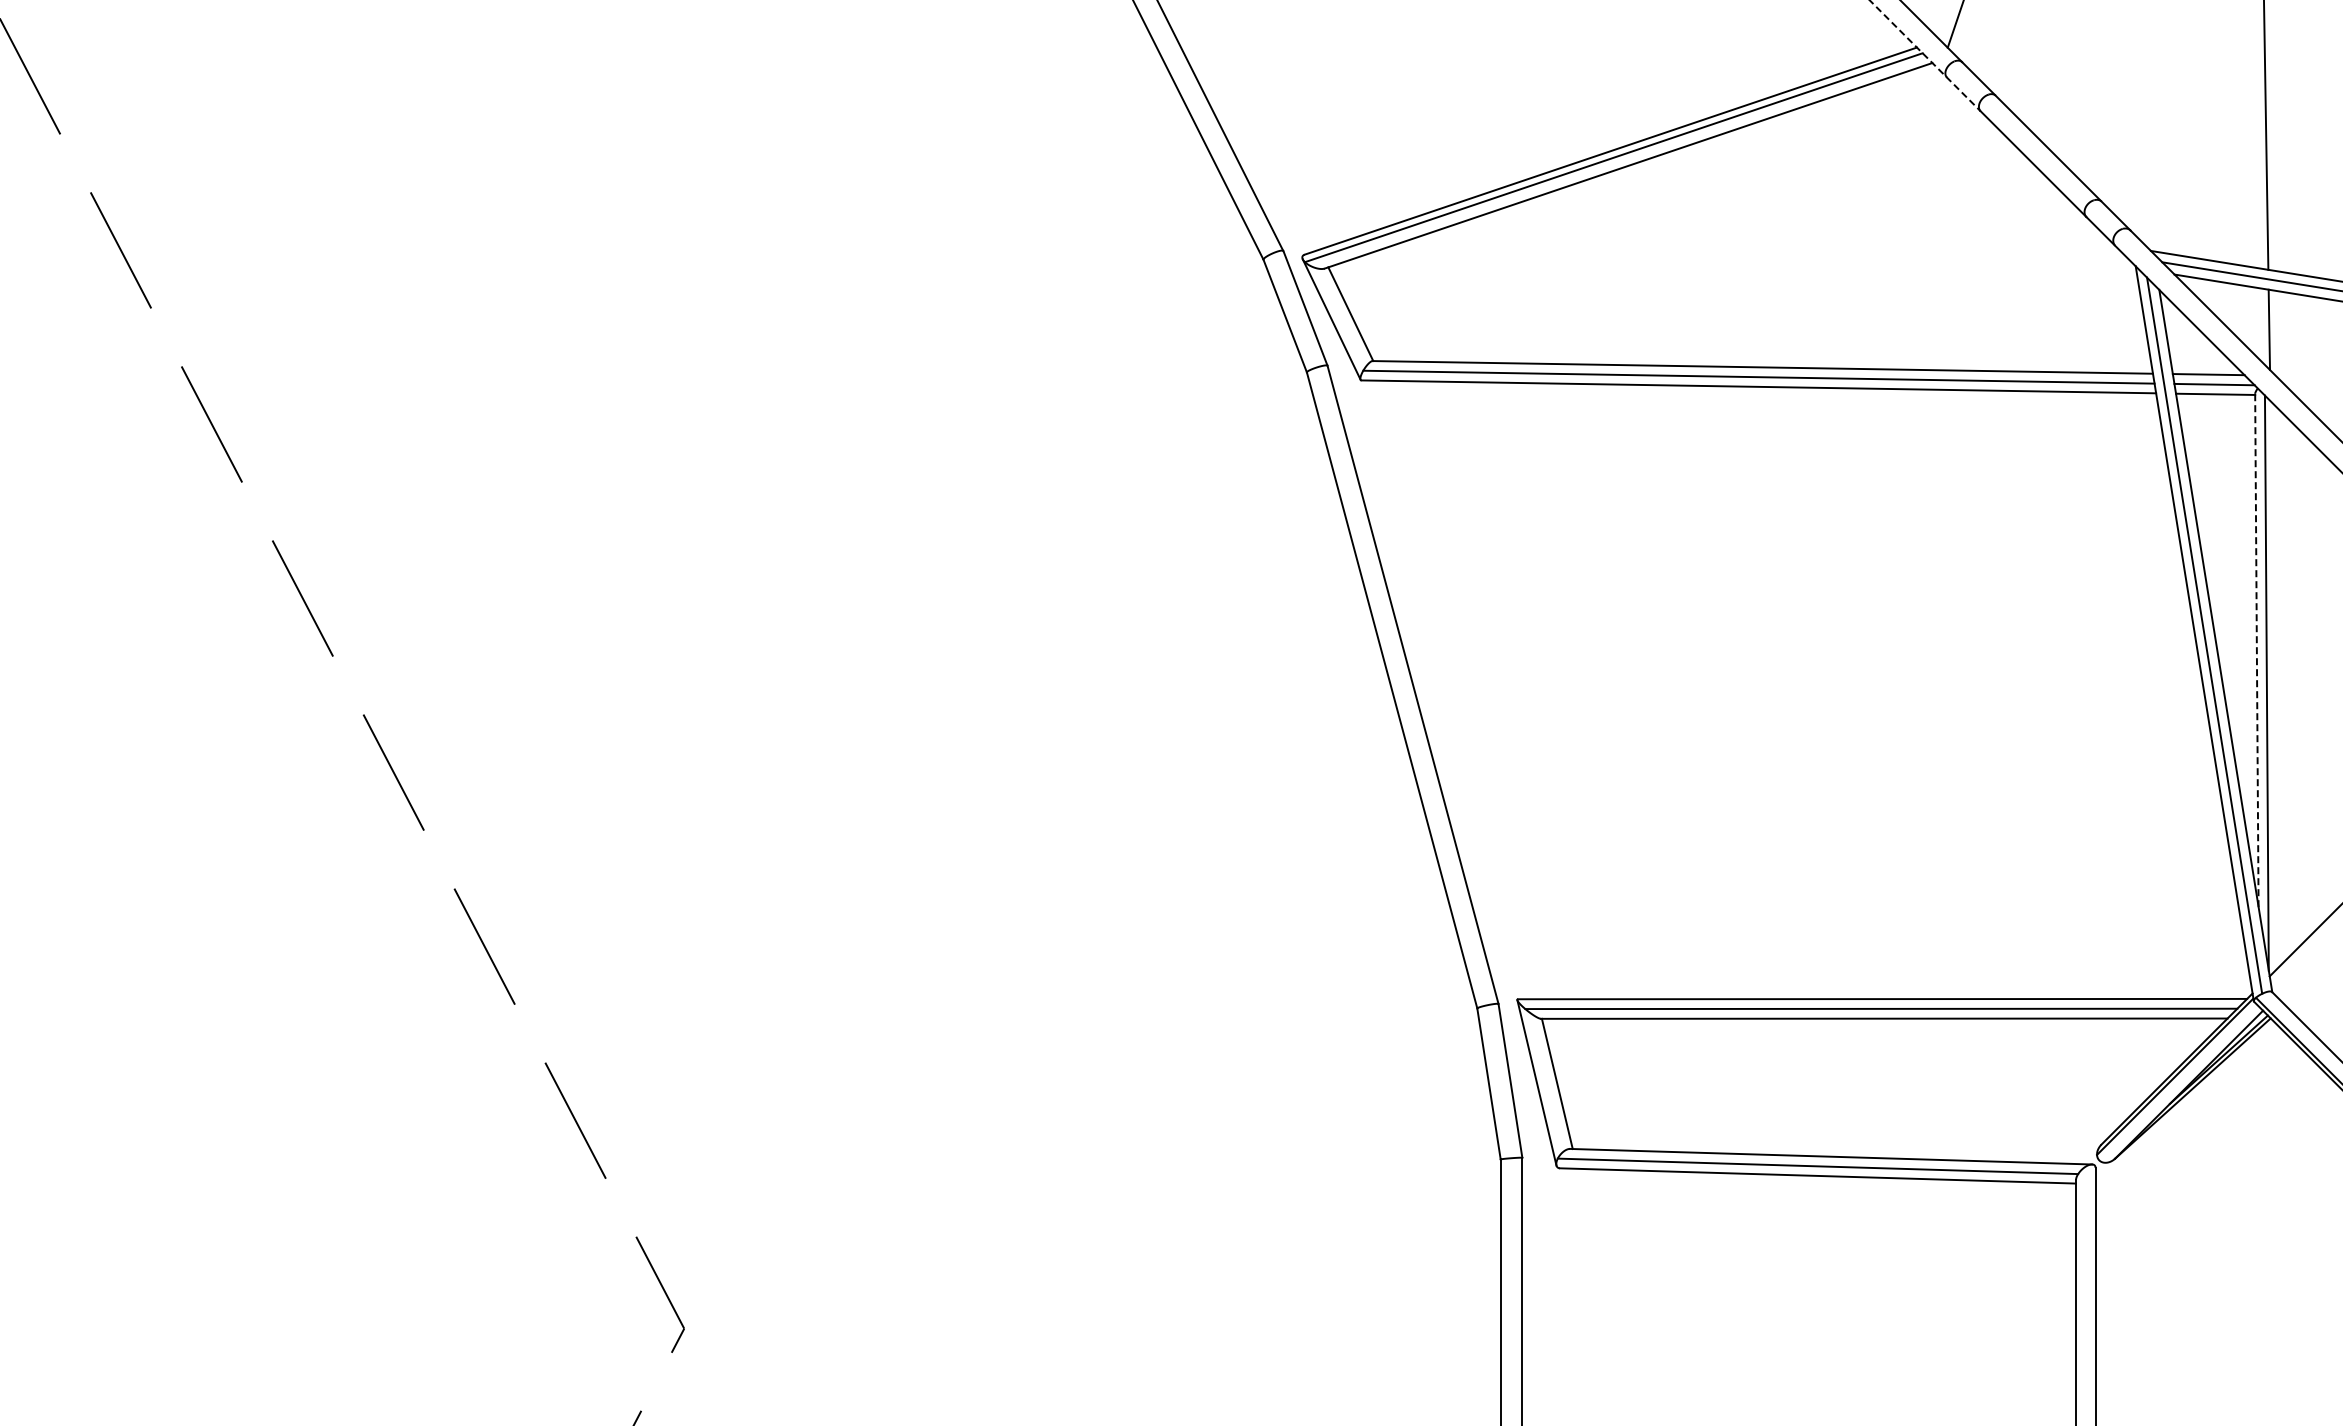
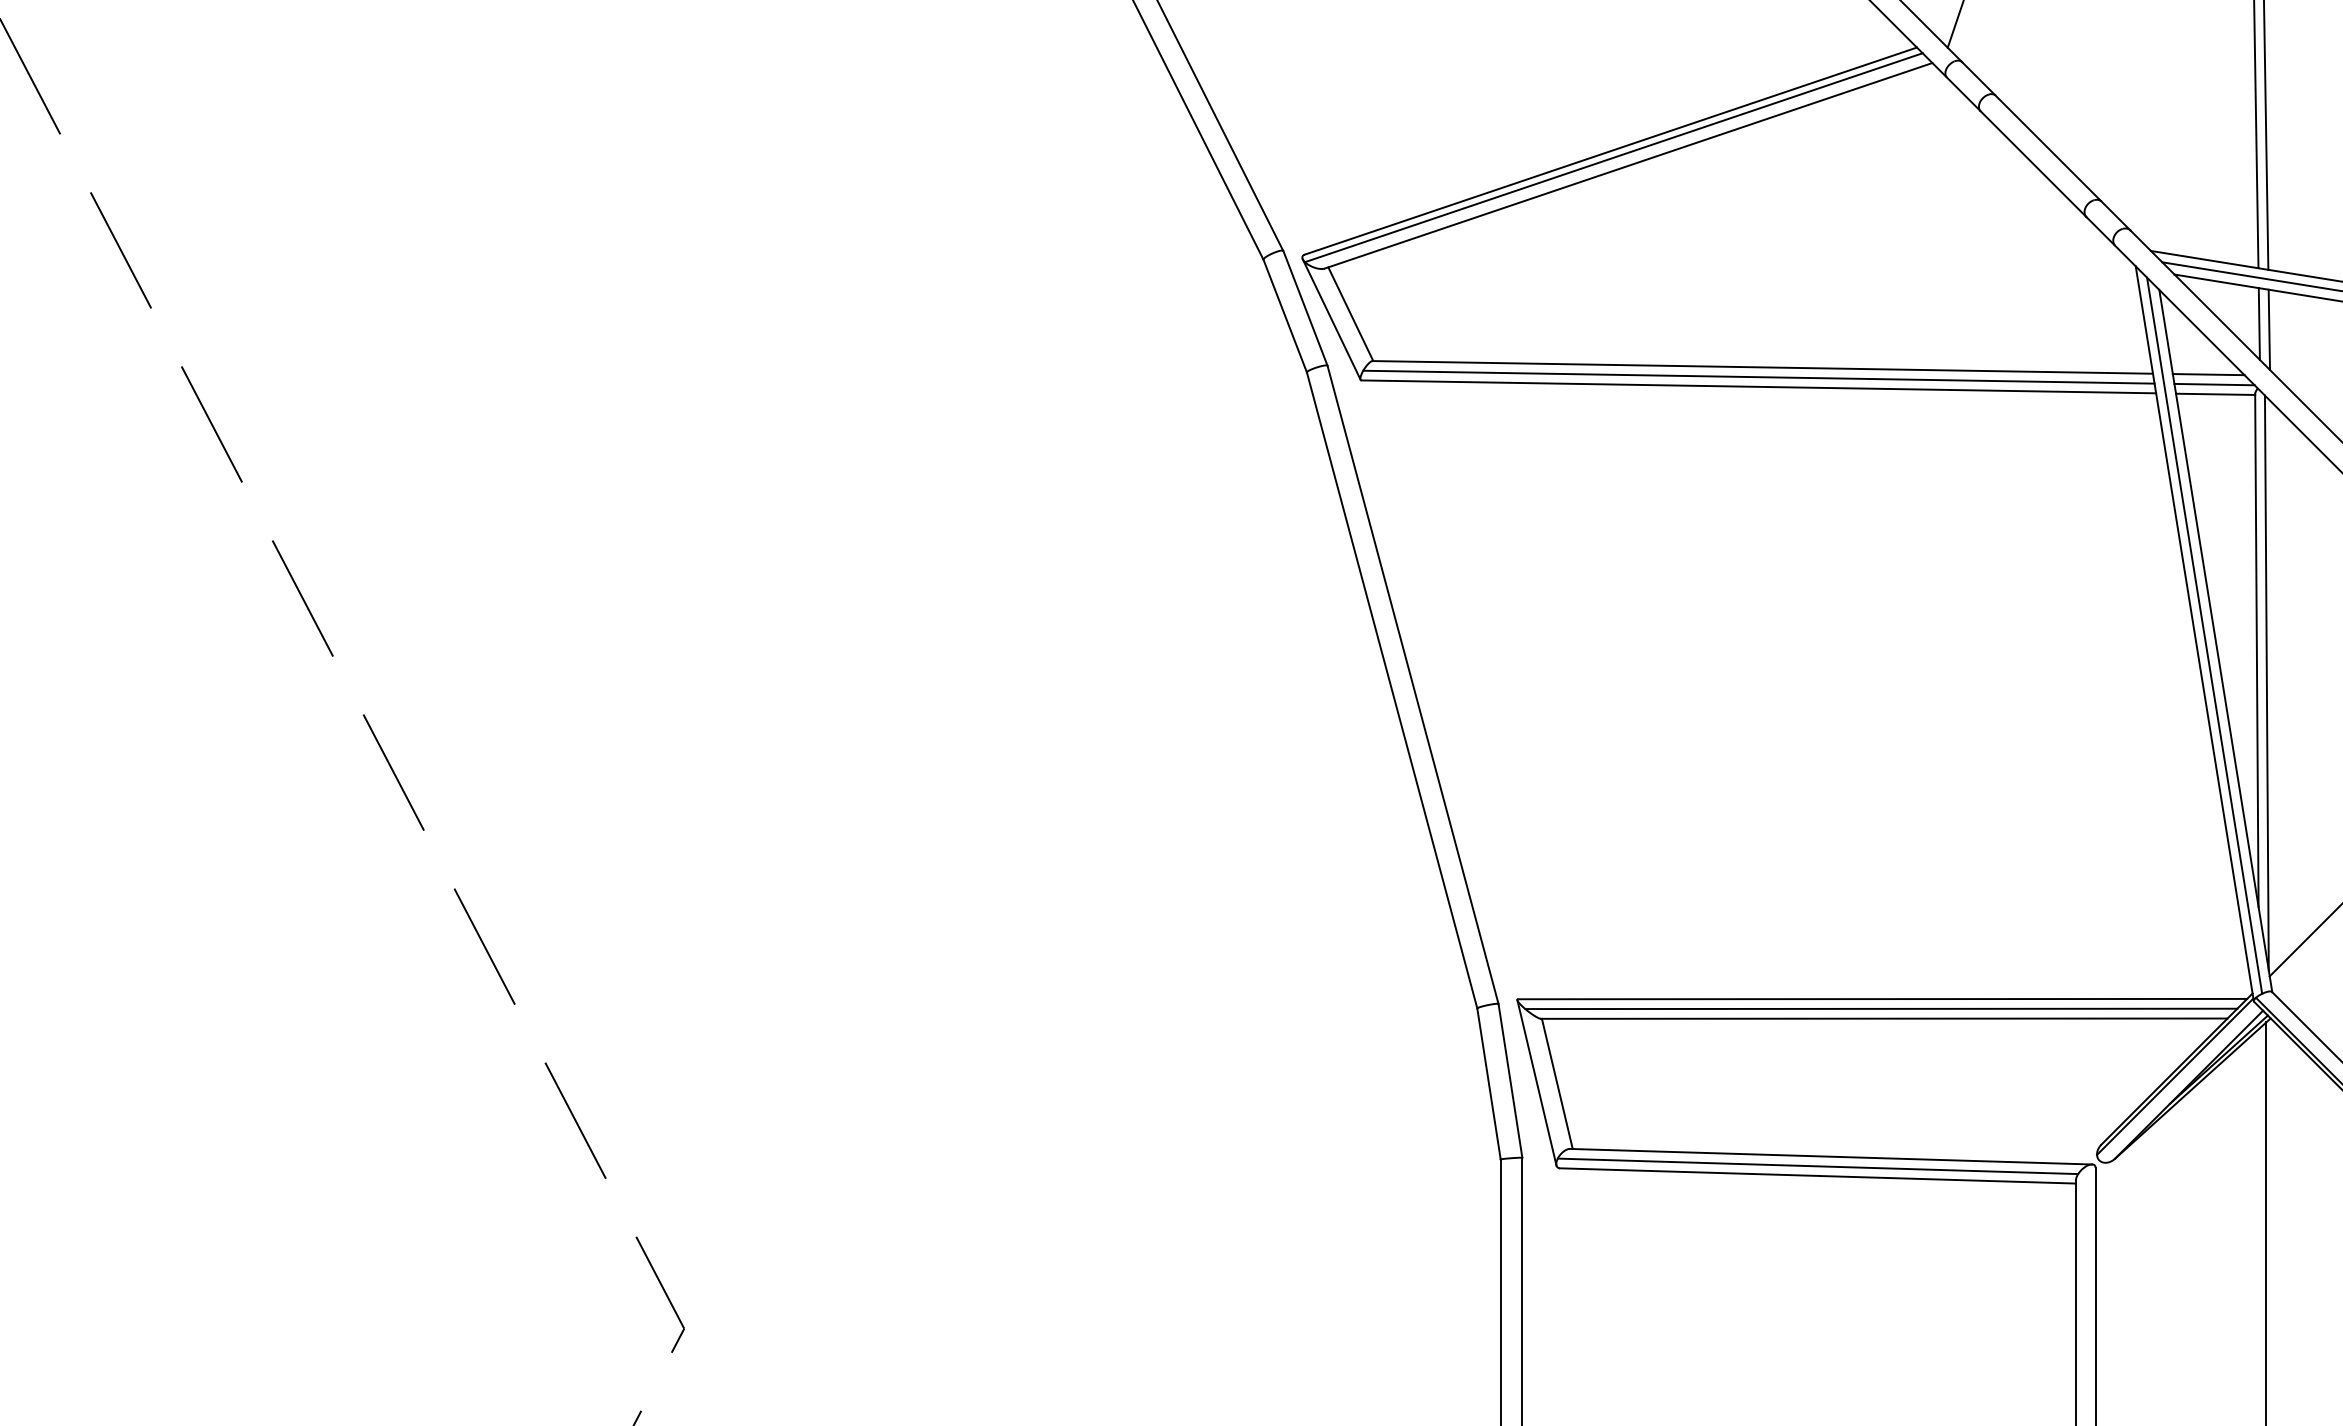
line at (1925, 56): dashed -> solid
line at (2256, 135): none -> present
line at (2258, 323): none -> present
line at (2256, 650): dashed -> solid
line at (2266, 1222): none -> present
